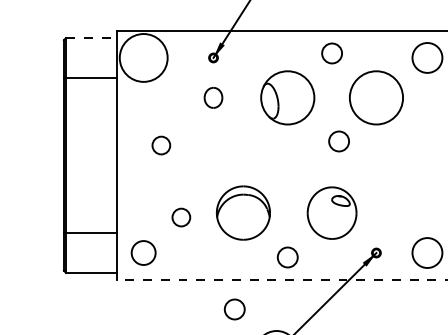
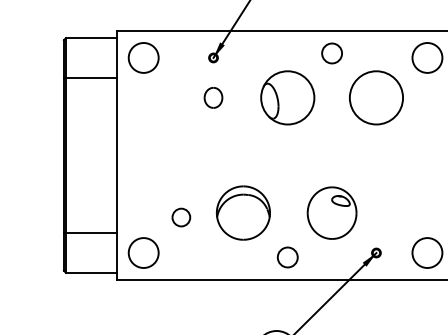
line at (92, 38): dashed -> solid
circle at (143, 57) diameter: 48 px -> 30 px
circle at (338, 141): present -> none
circle at (161, 145): present -> none
circle at (143, 252) size: 27x26 px -> 33x32 px
line at (282, 279): dashed -> solid
circle at (234, 309): present -> none
